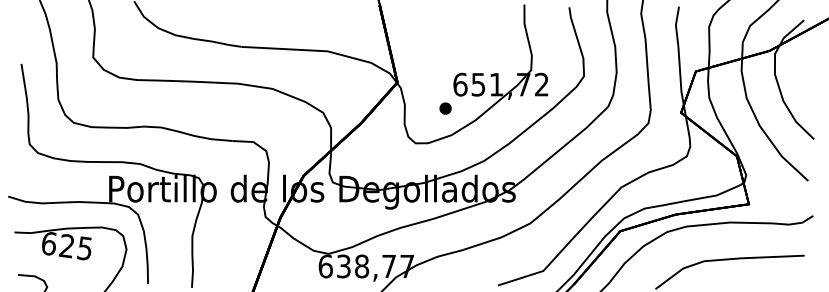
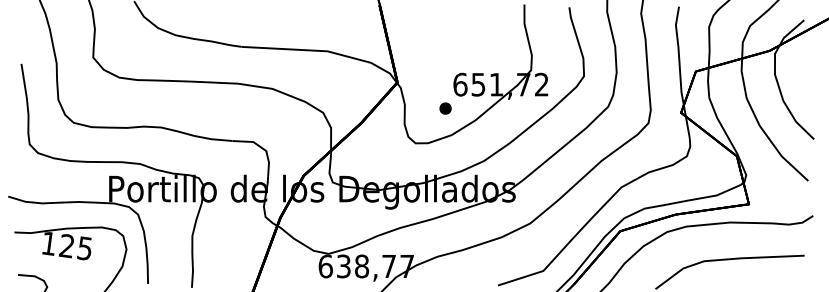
text at (49, 243): 625 -> 125
